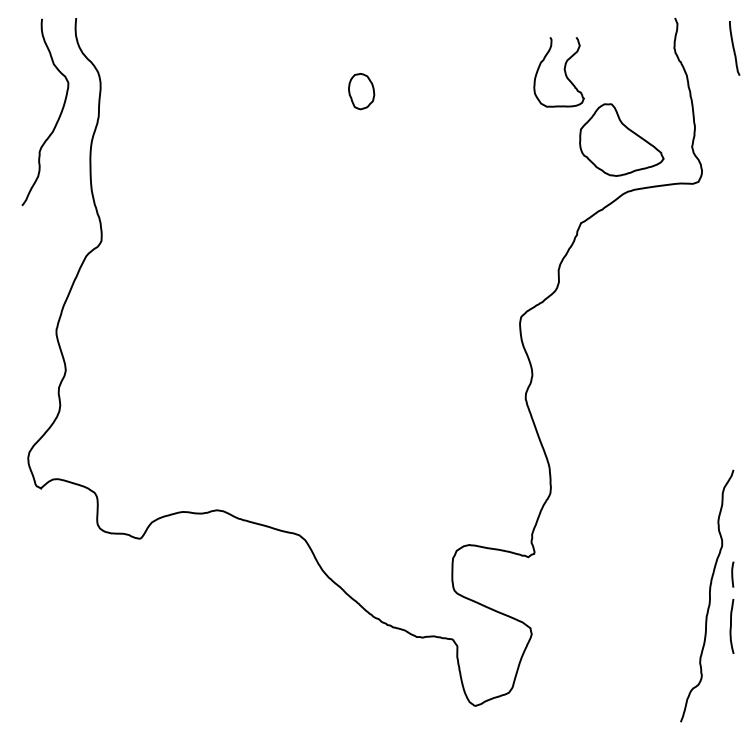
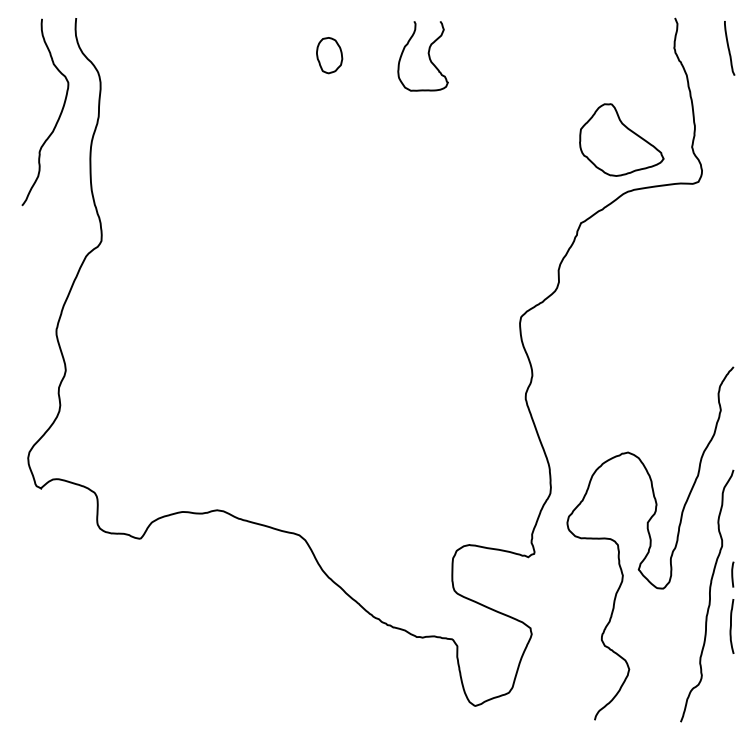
curve at (734, 48) position: (734, 48) -> (729, 48)
curve at (563, 69) position: (563, 69) -> (427, 53)
part at (361, 91) position: (361, 91) -> (329, 55)
curve at (650, 543): none -> present
